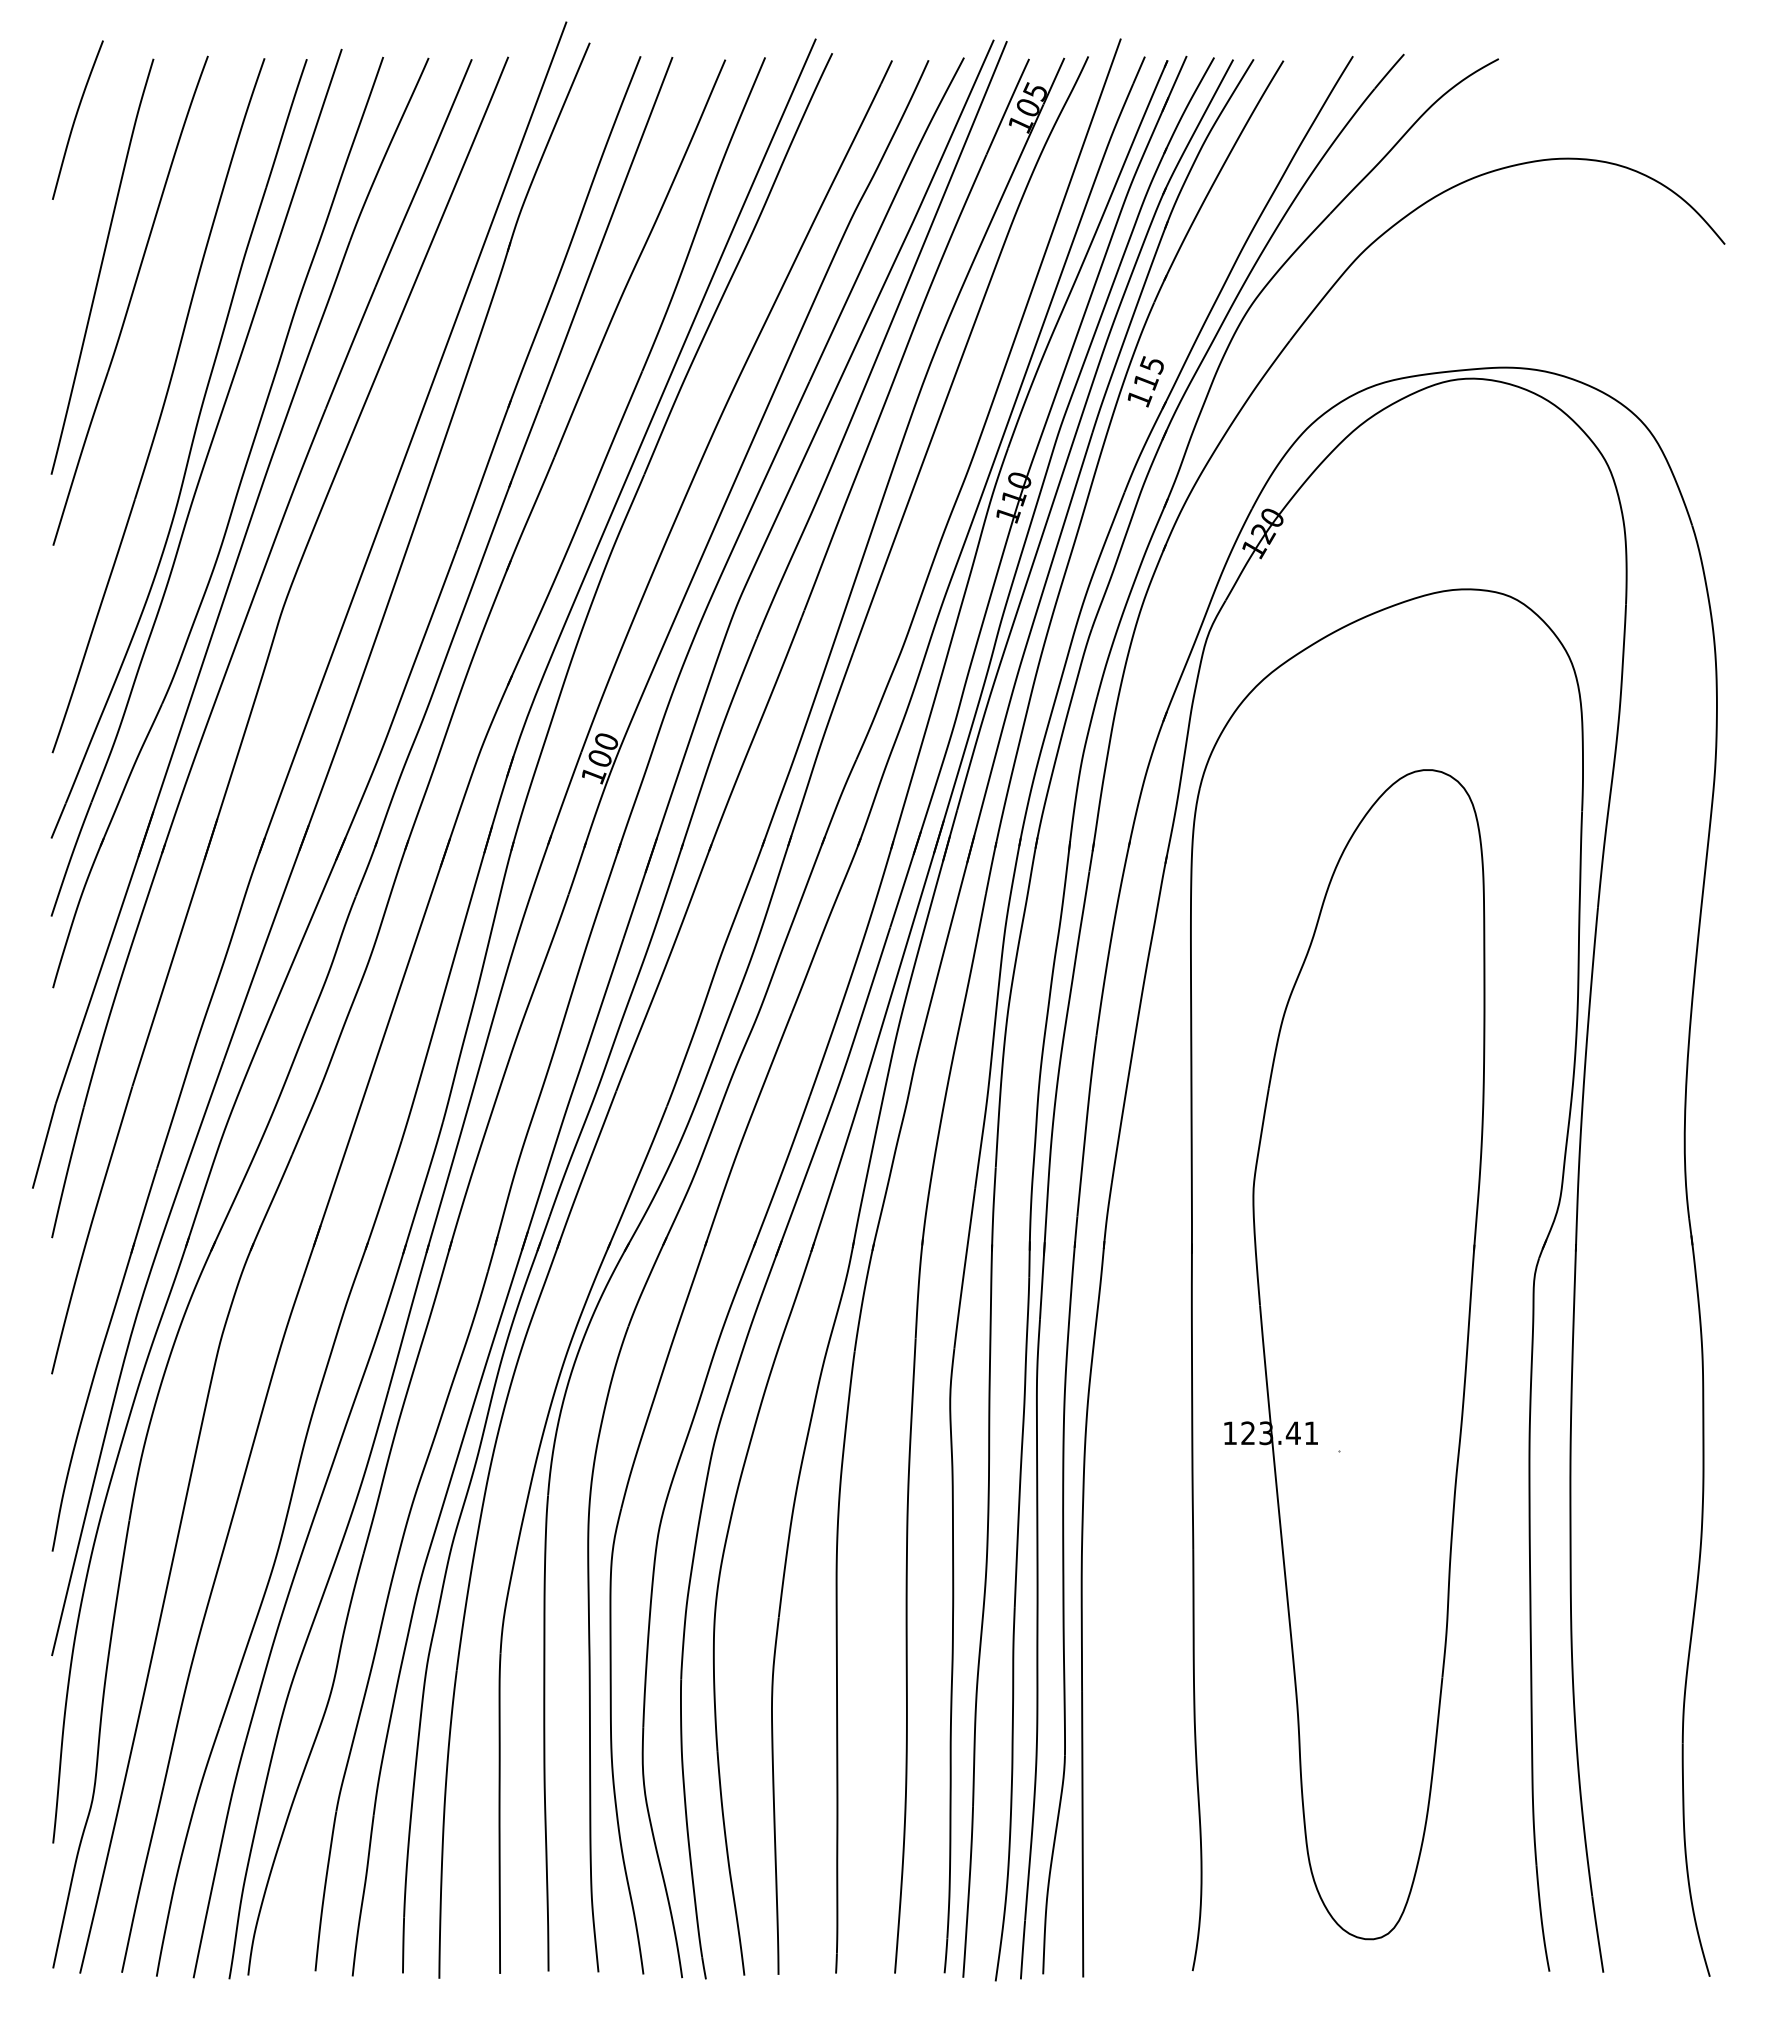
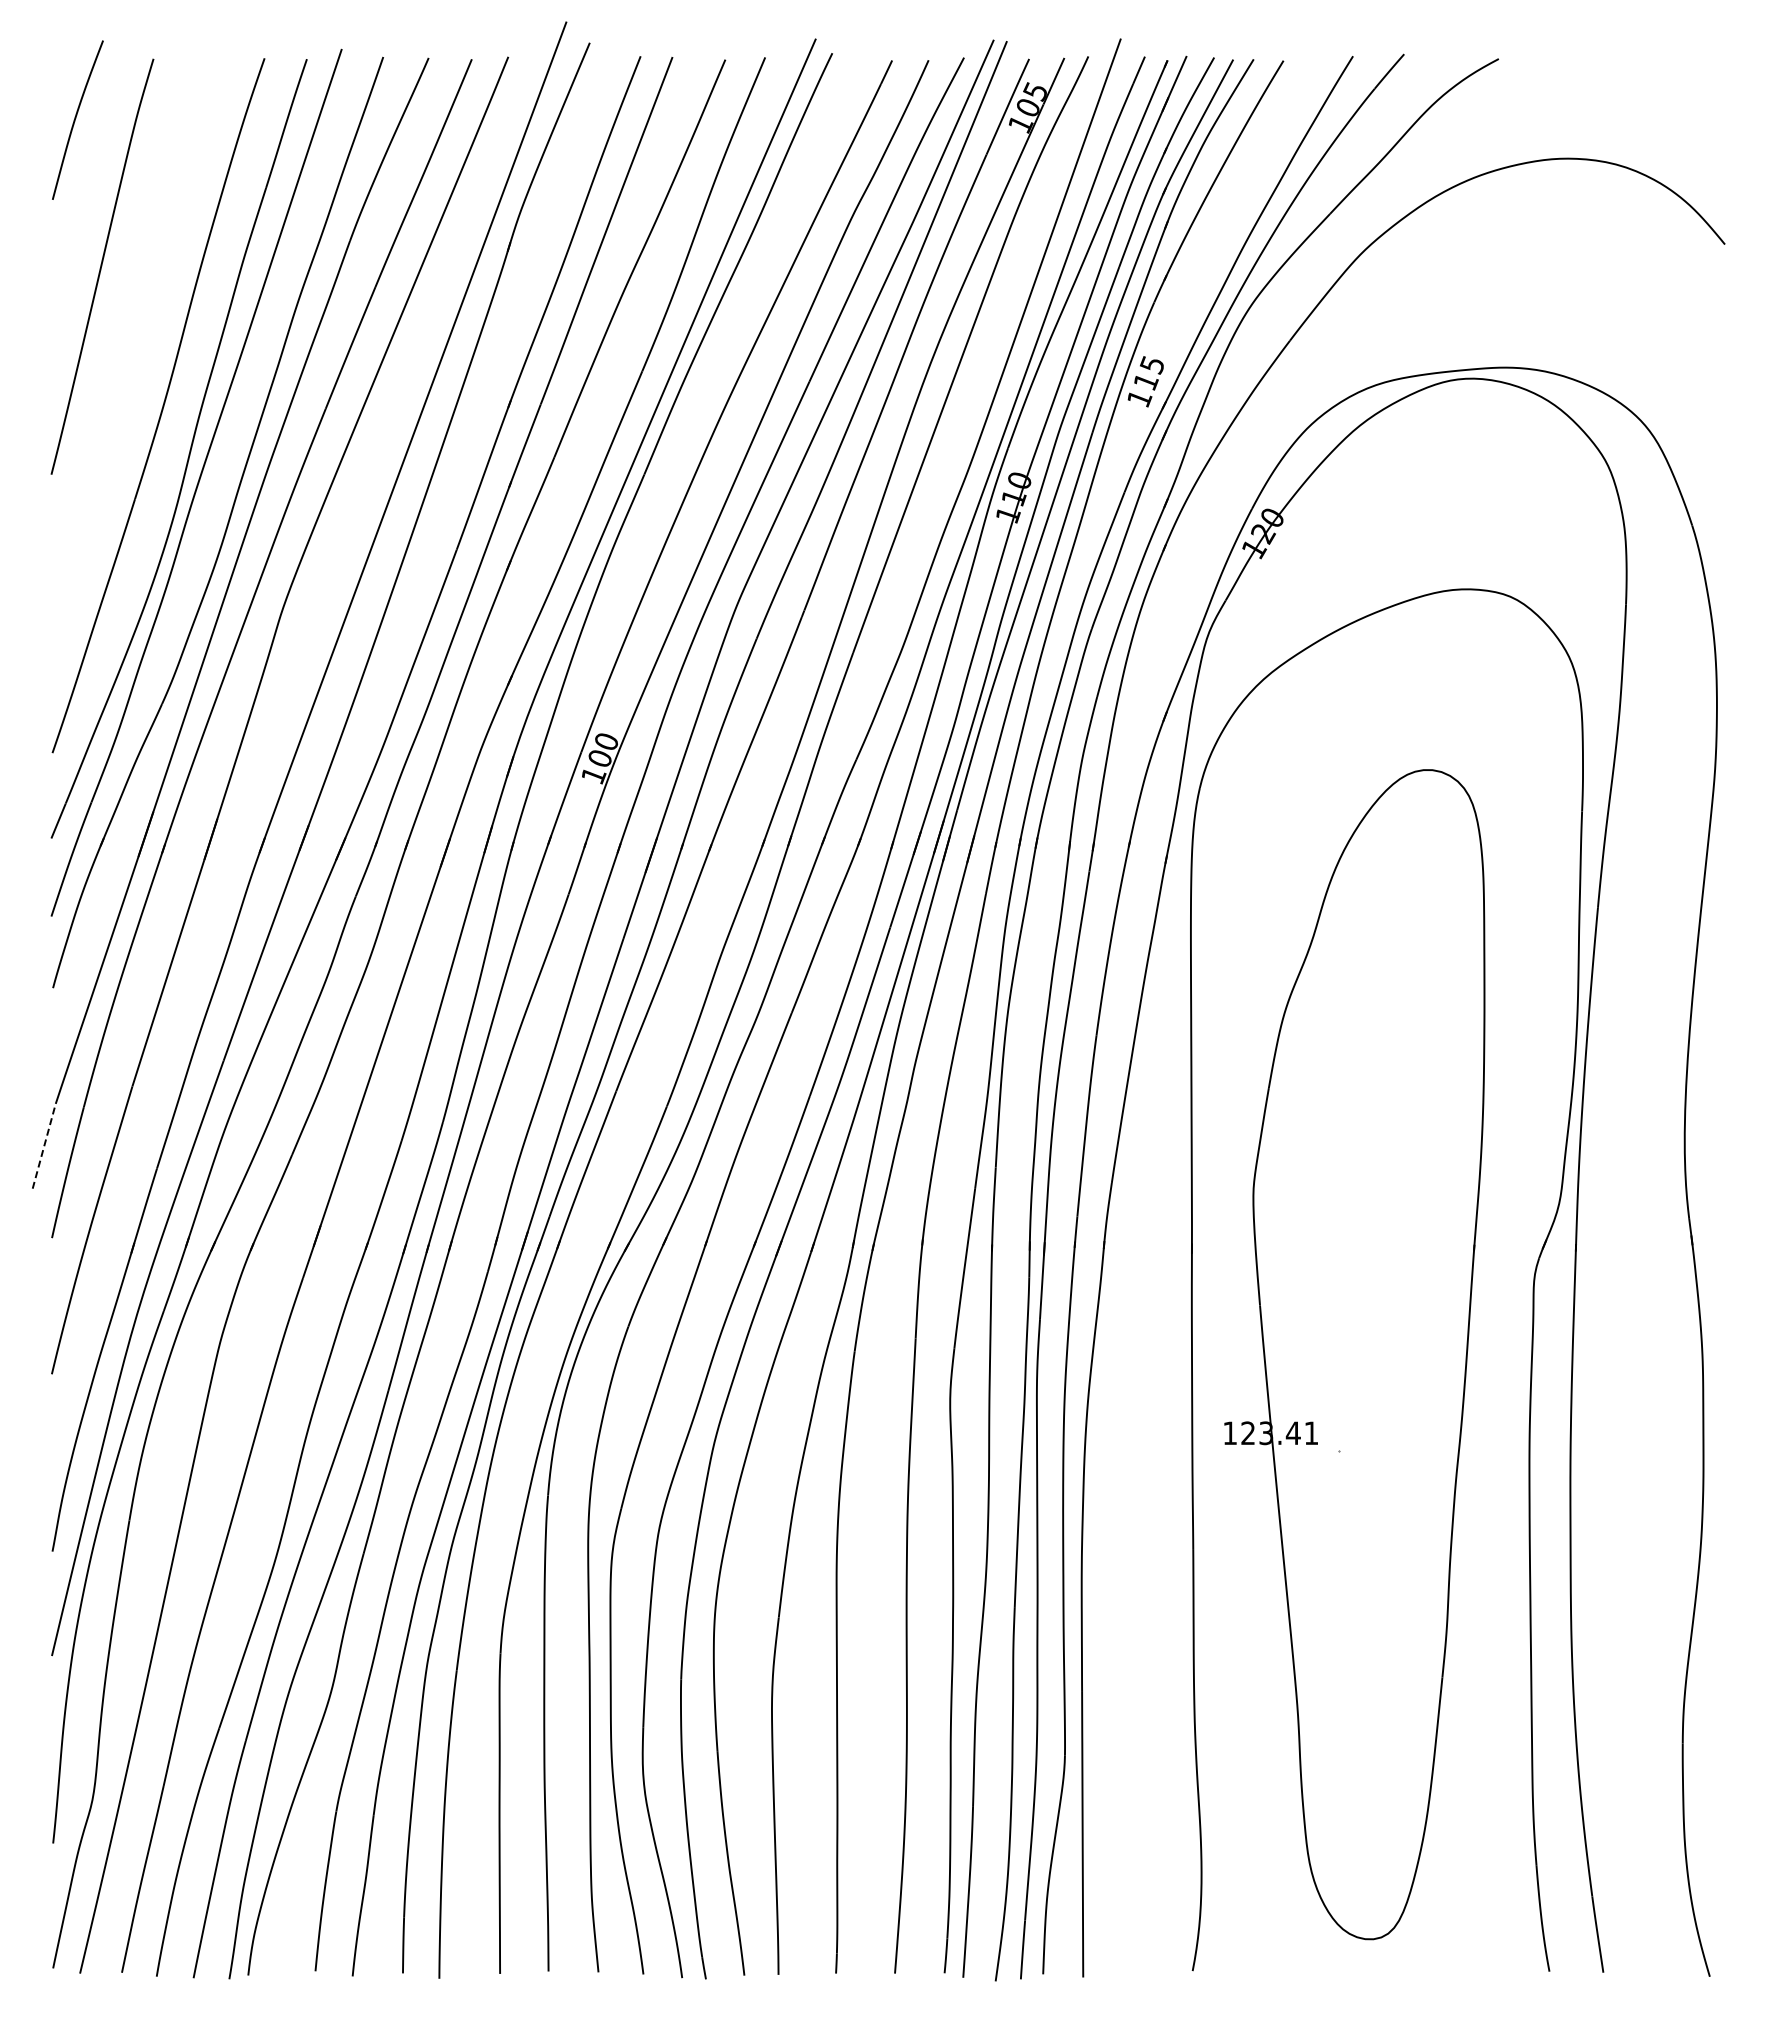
part at (130, 300): present -> none
line at (44, 1146): solid -> dashed
